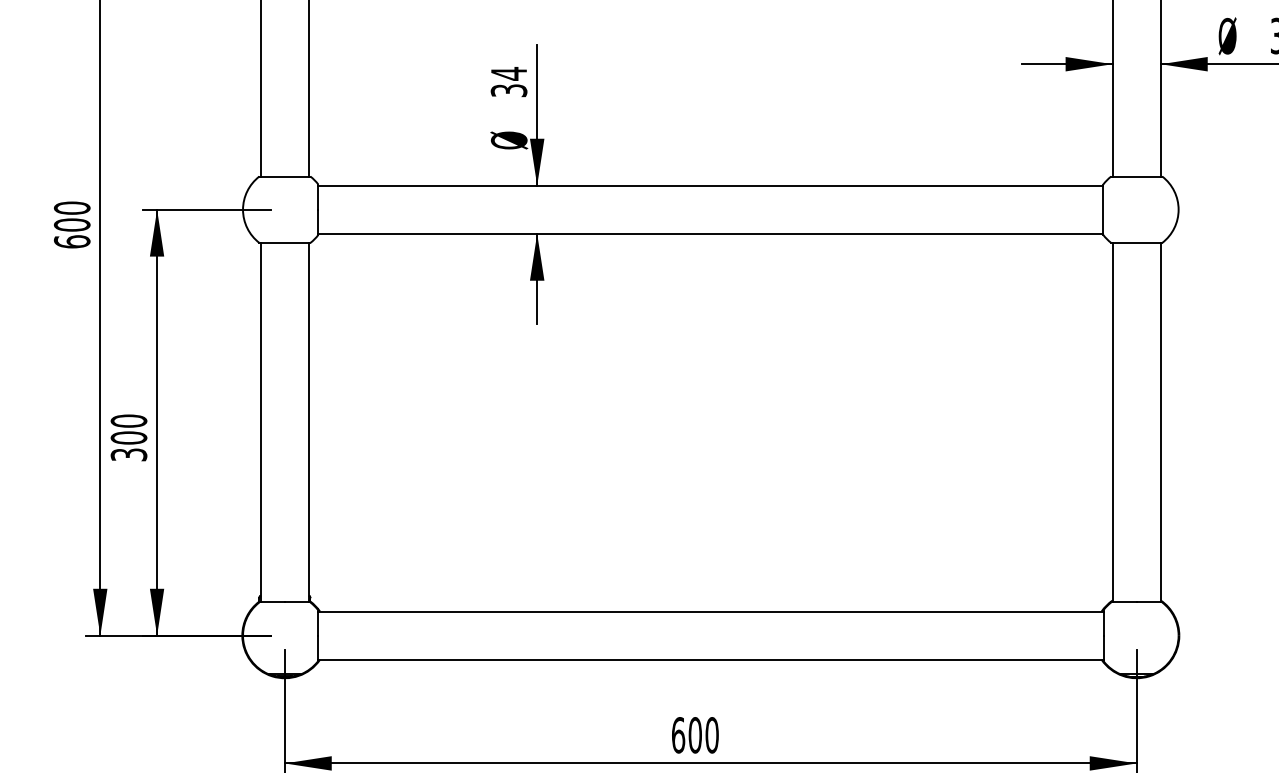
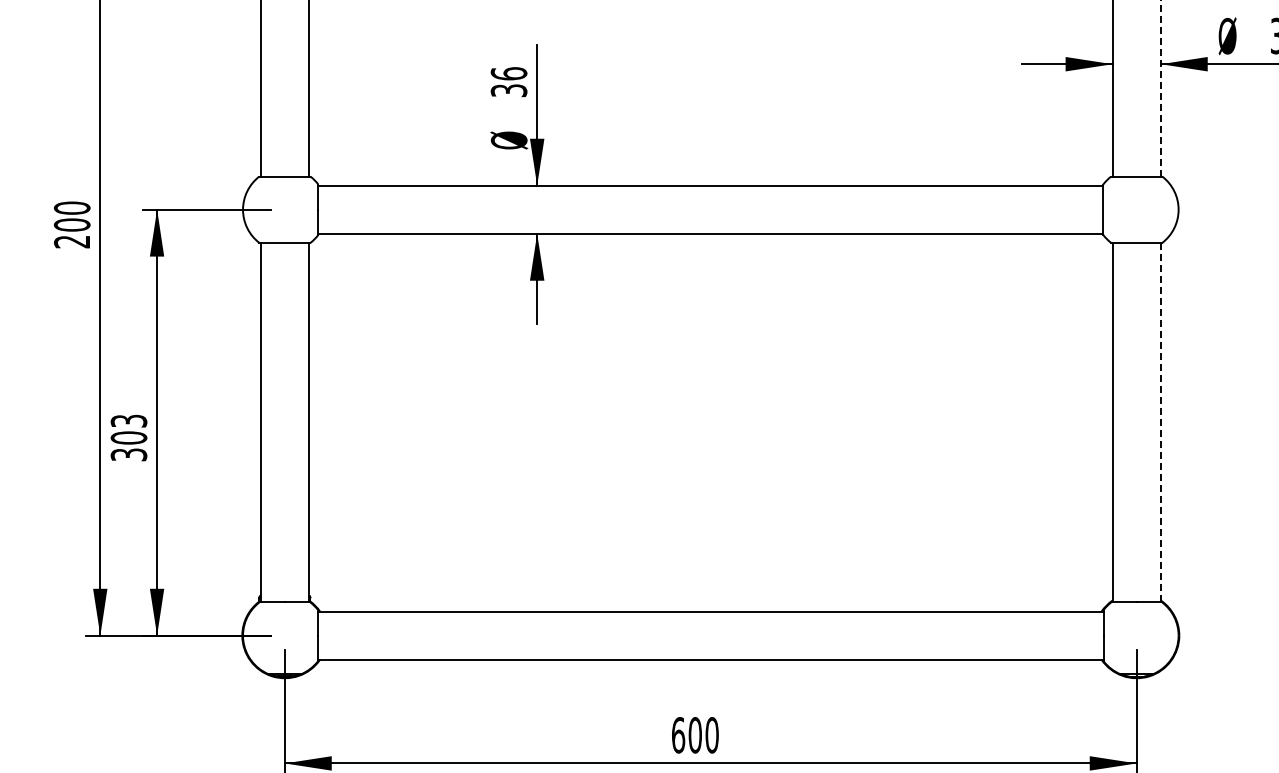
text at (508, 73): 34 -> 36
line at (1160, 88): solid -> dashed
text at (71, 241): 600 -> 200
text at (128, 420): 300 -> 303
line at (1160, 422): solid -> dashed
